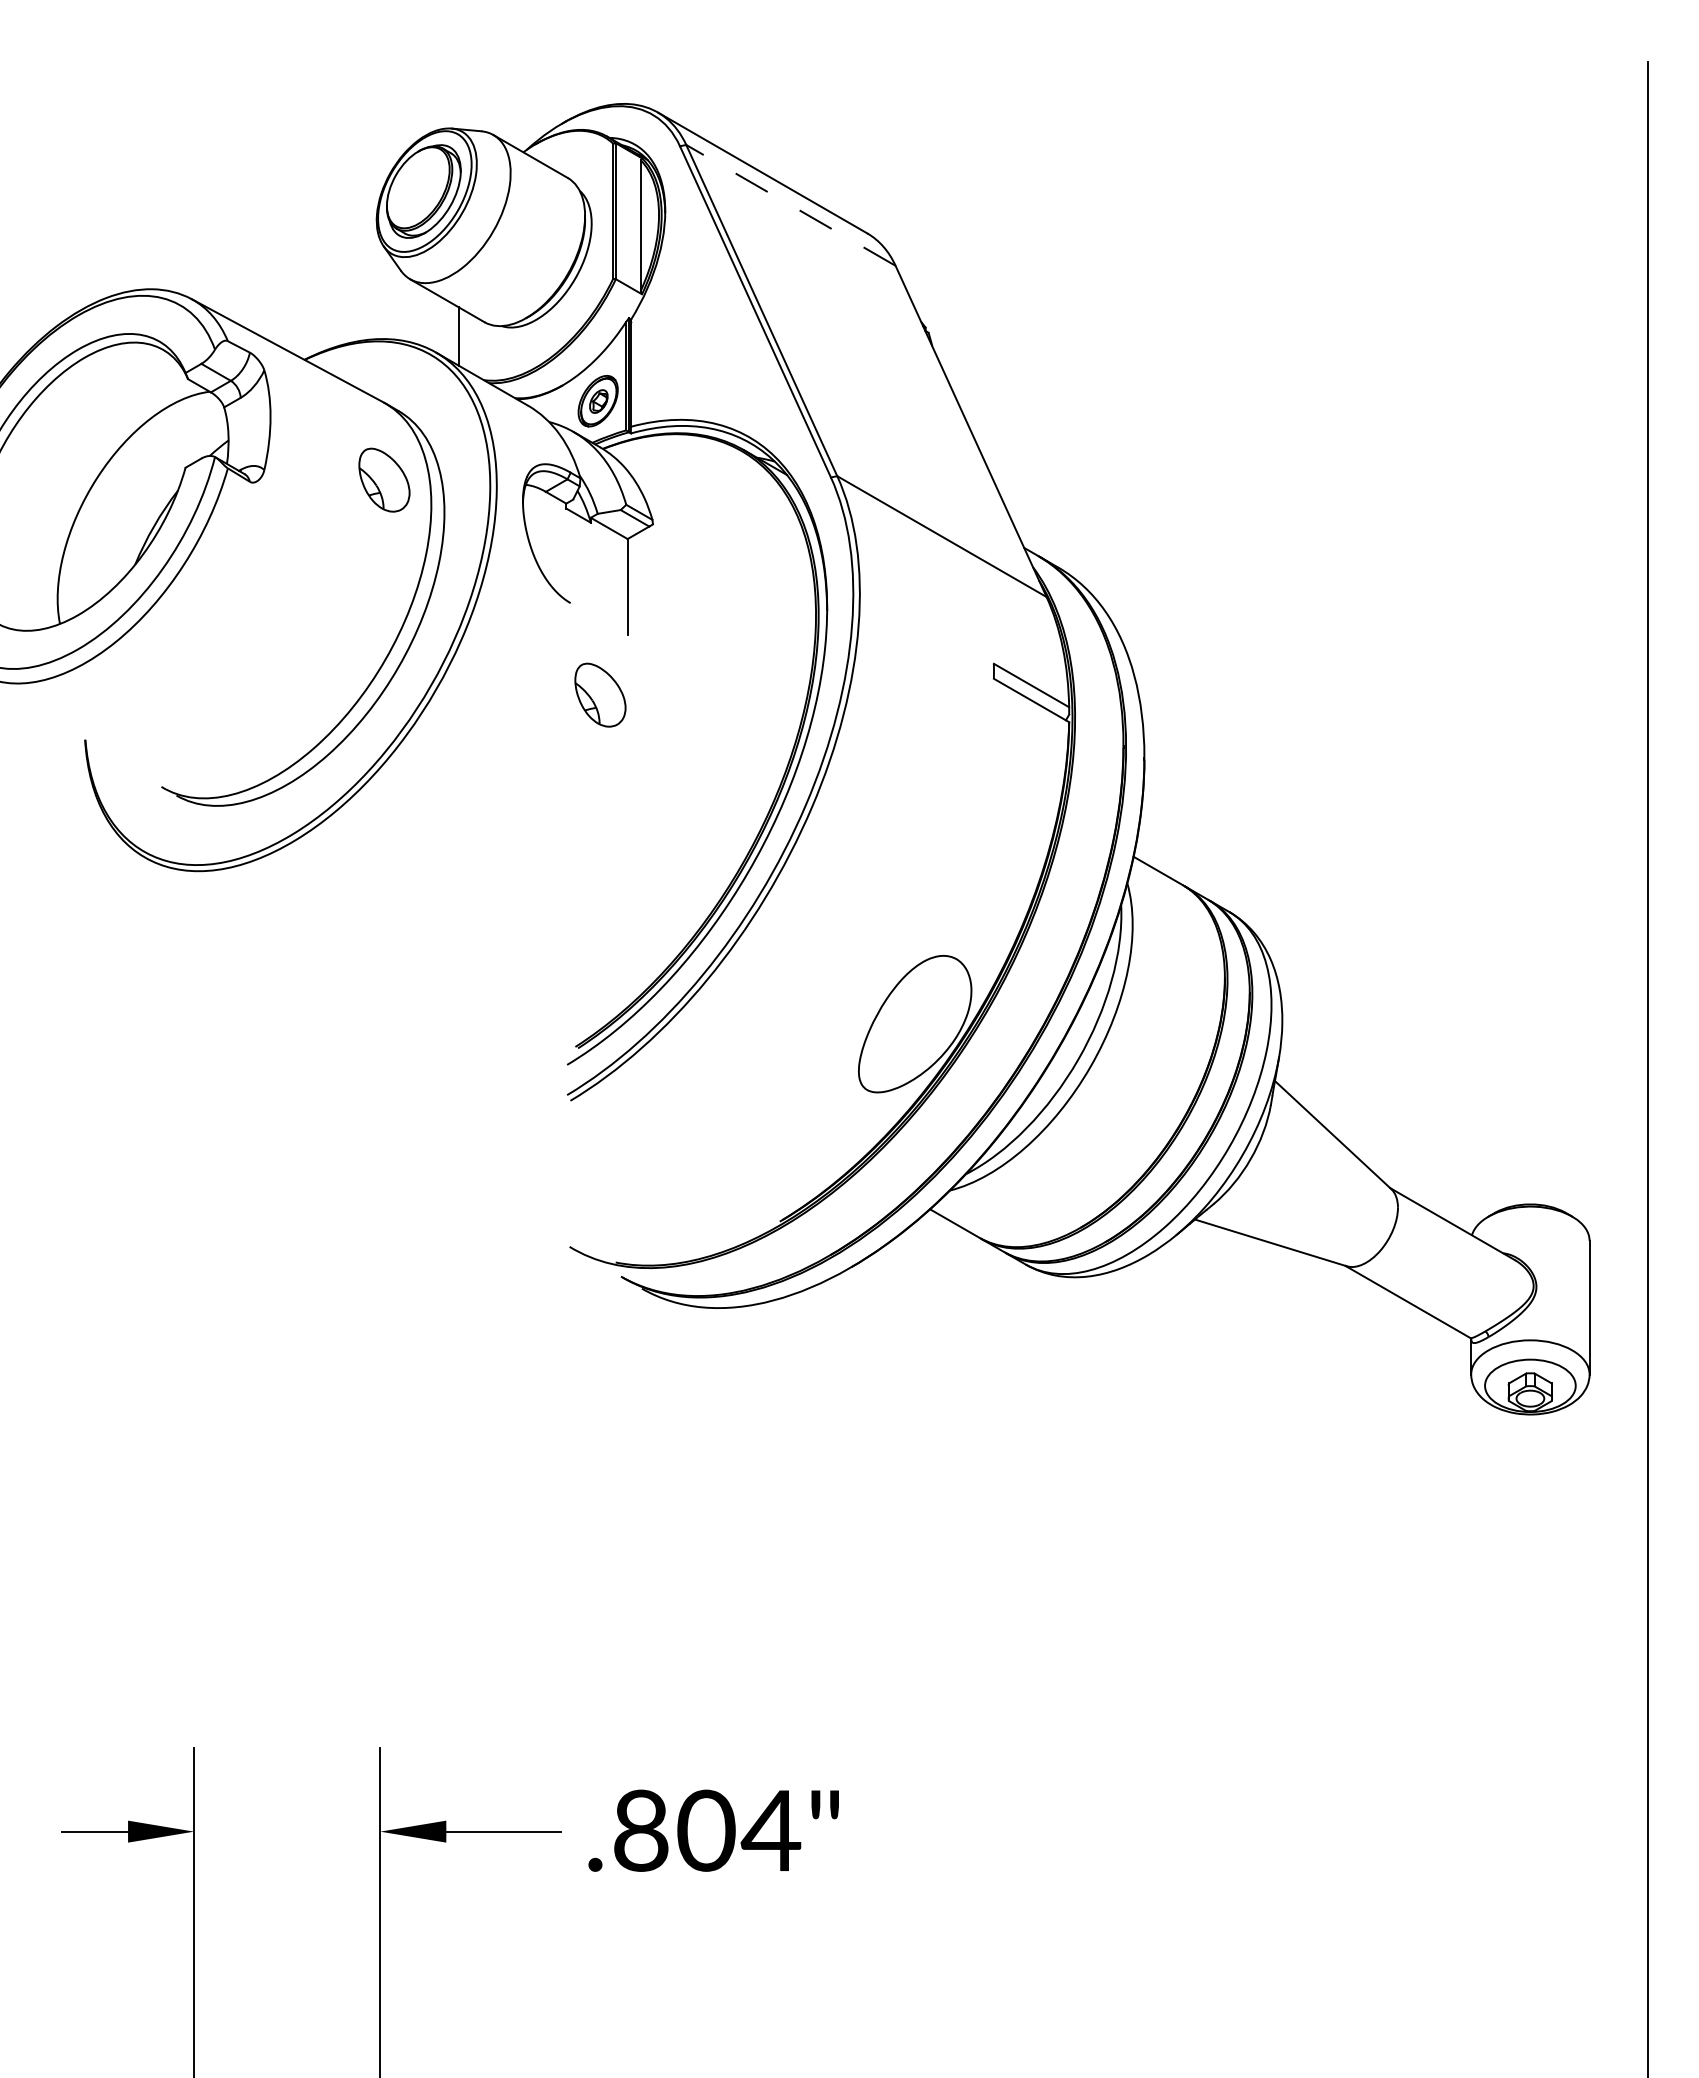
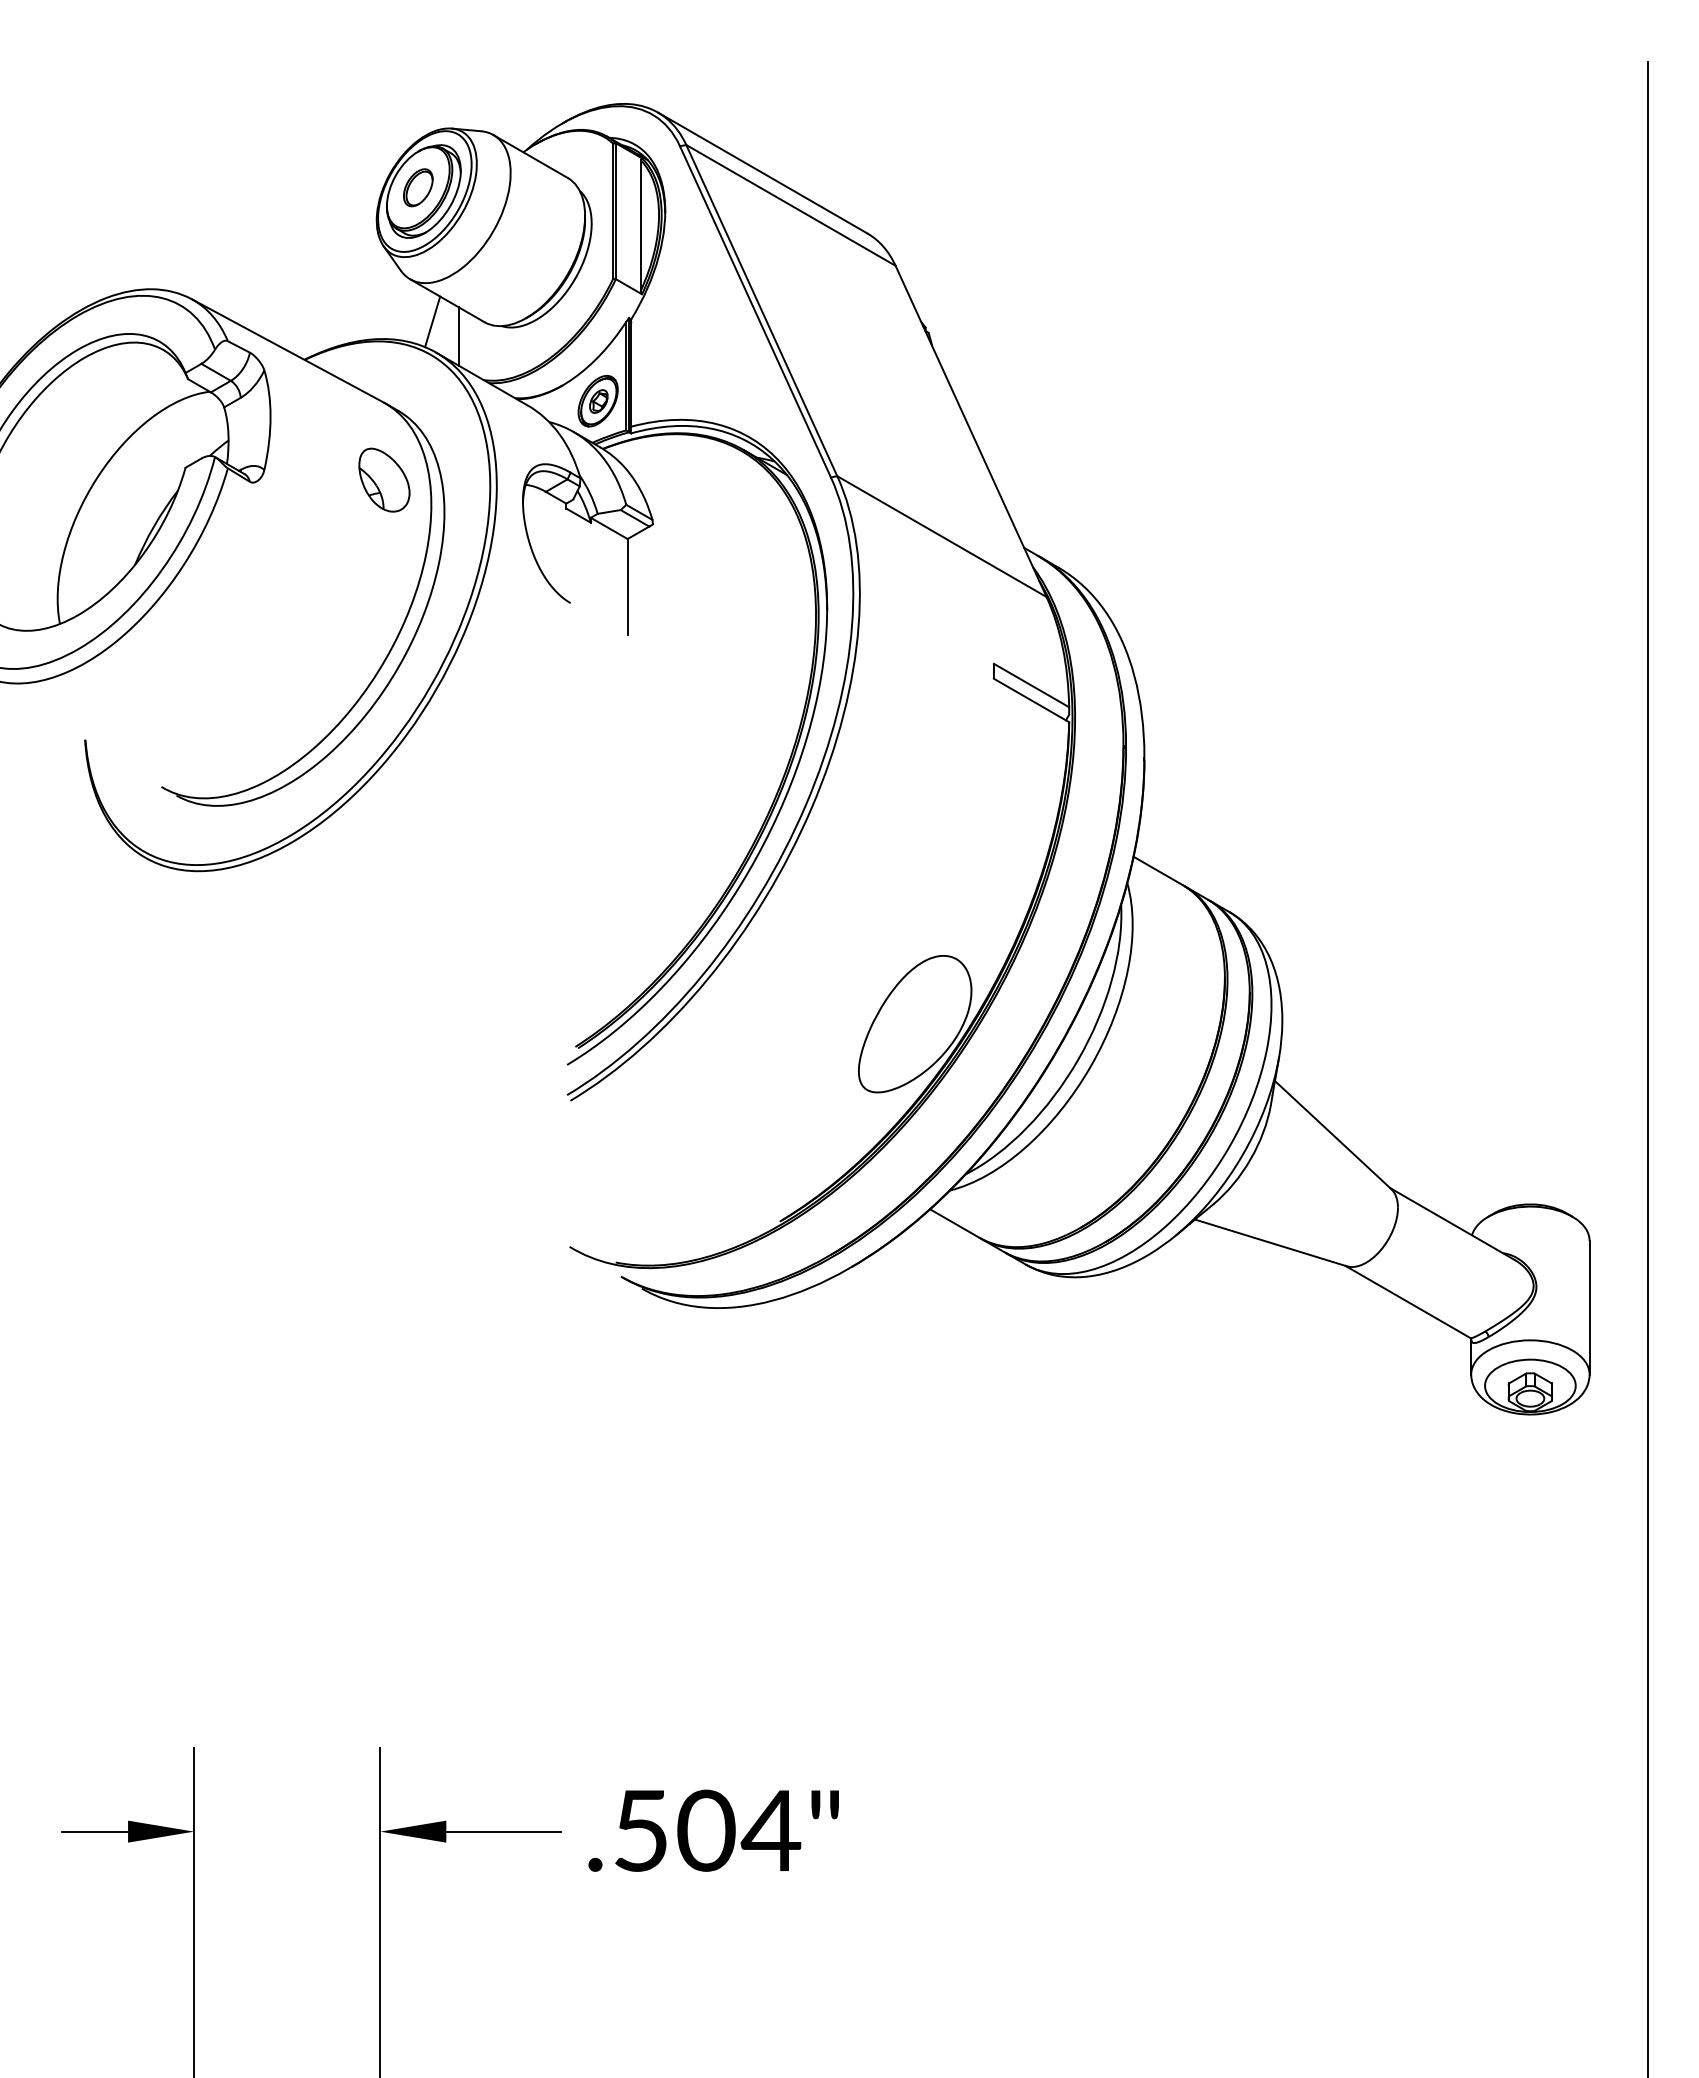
part at (418, 187): none -> present
line at (790, 205): dashed -> solid
line at (432, 321): none -> present
part at (600, 694): present -> none
text at (641, 1830): .804" -> .504"
